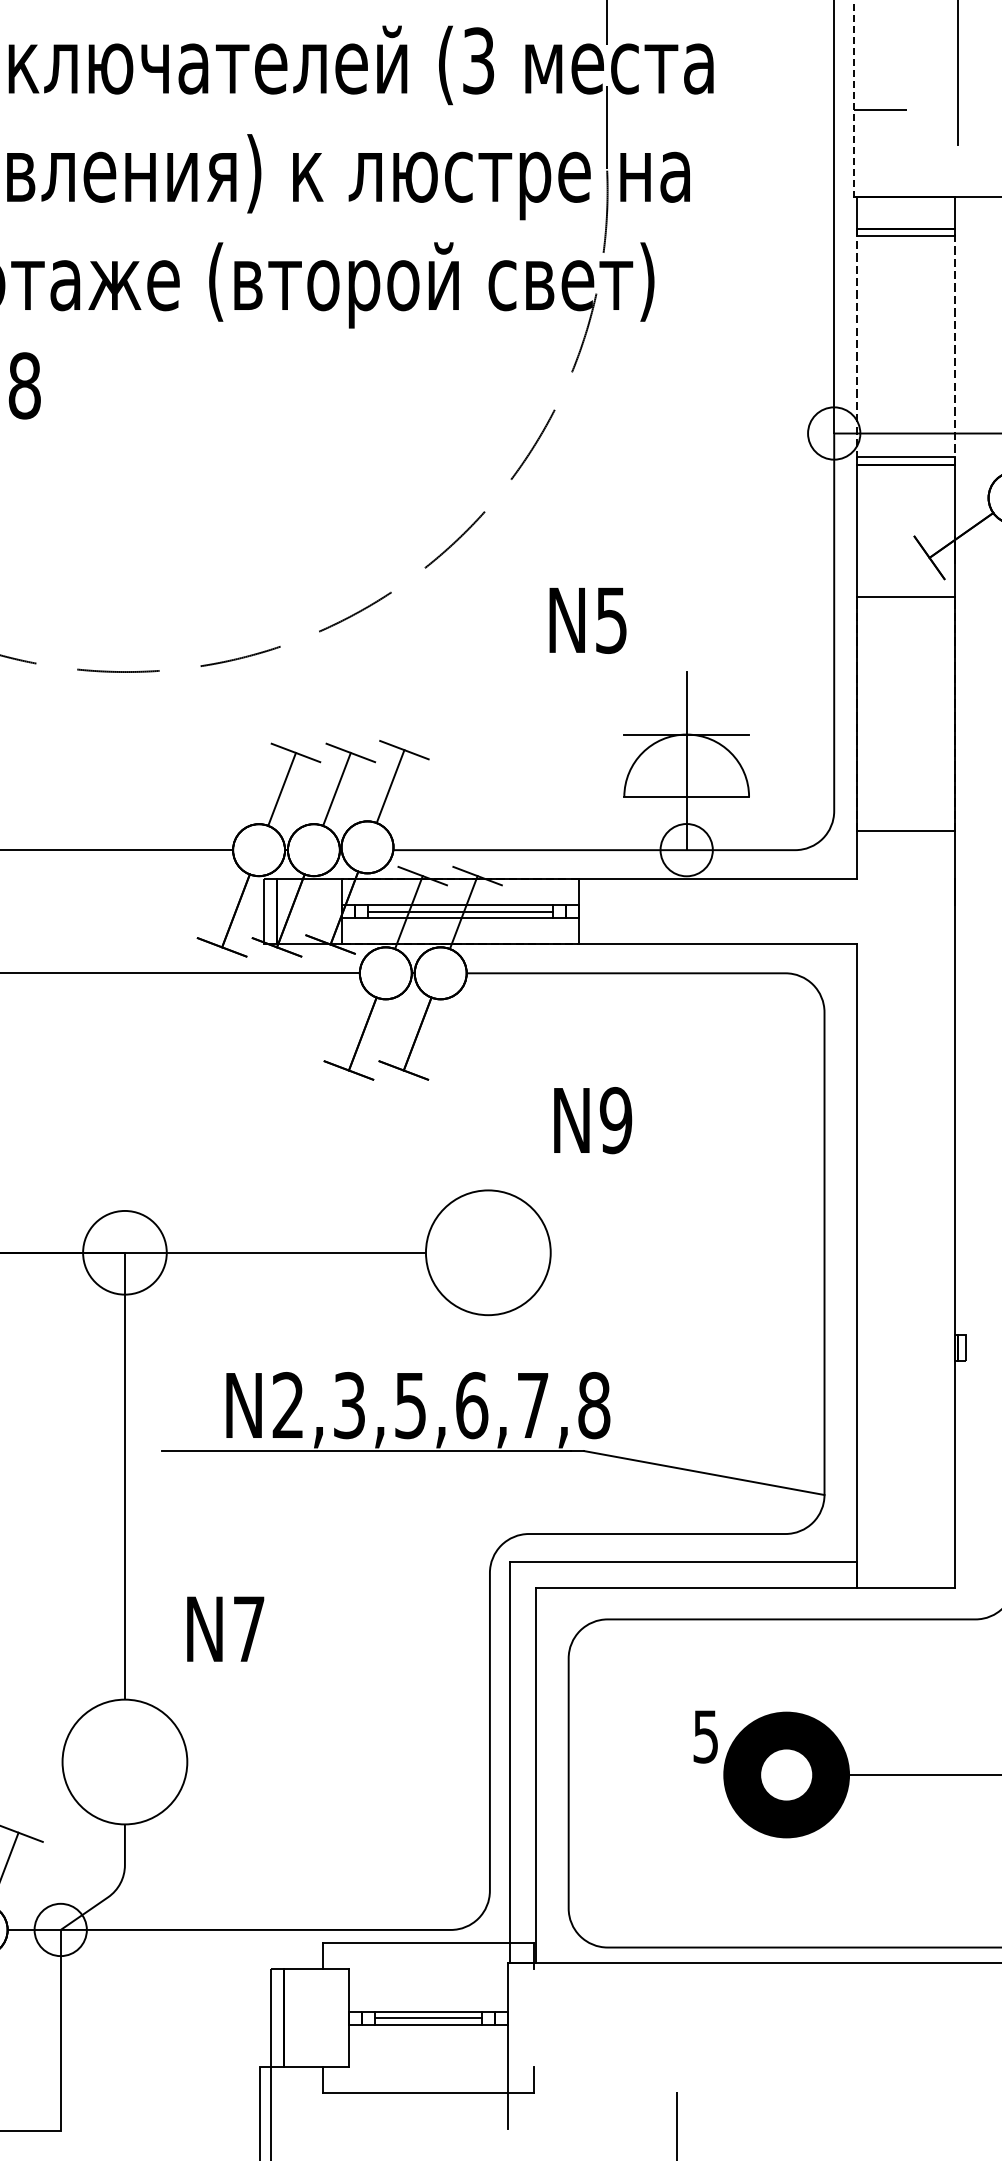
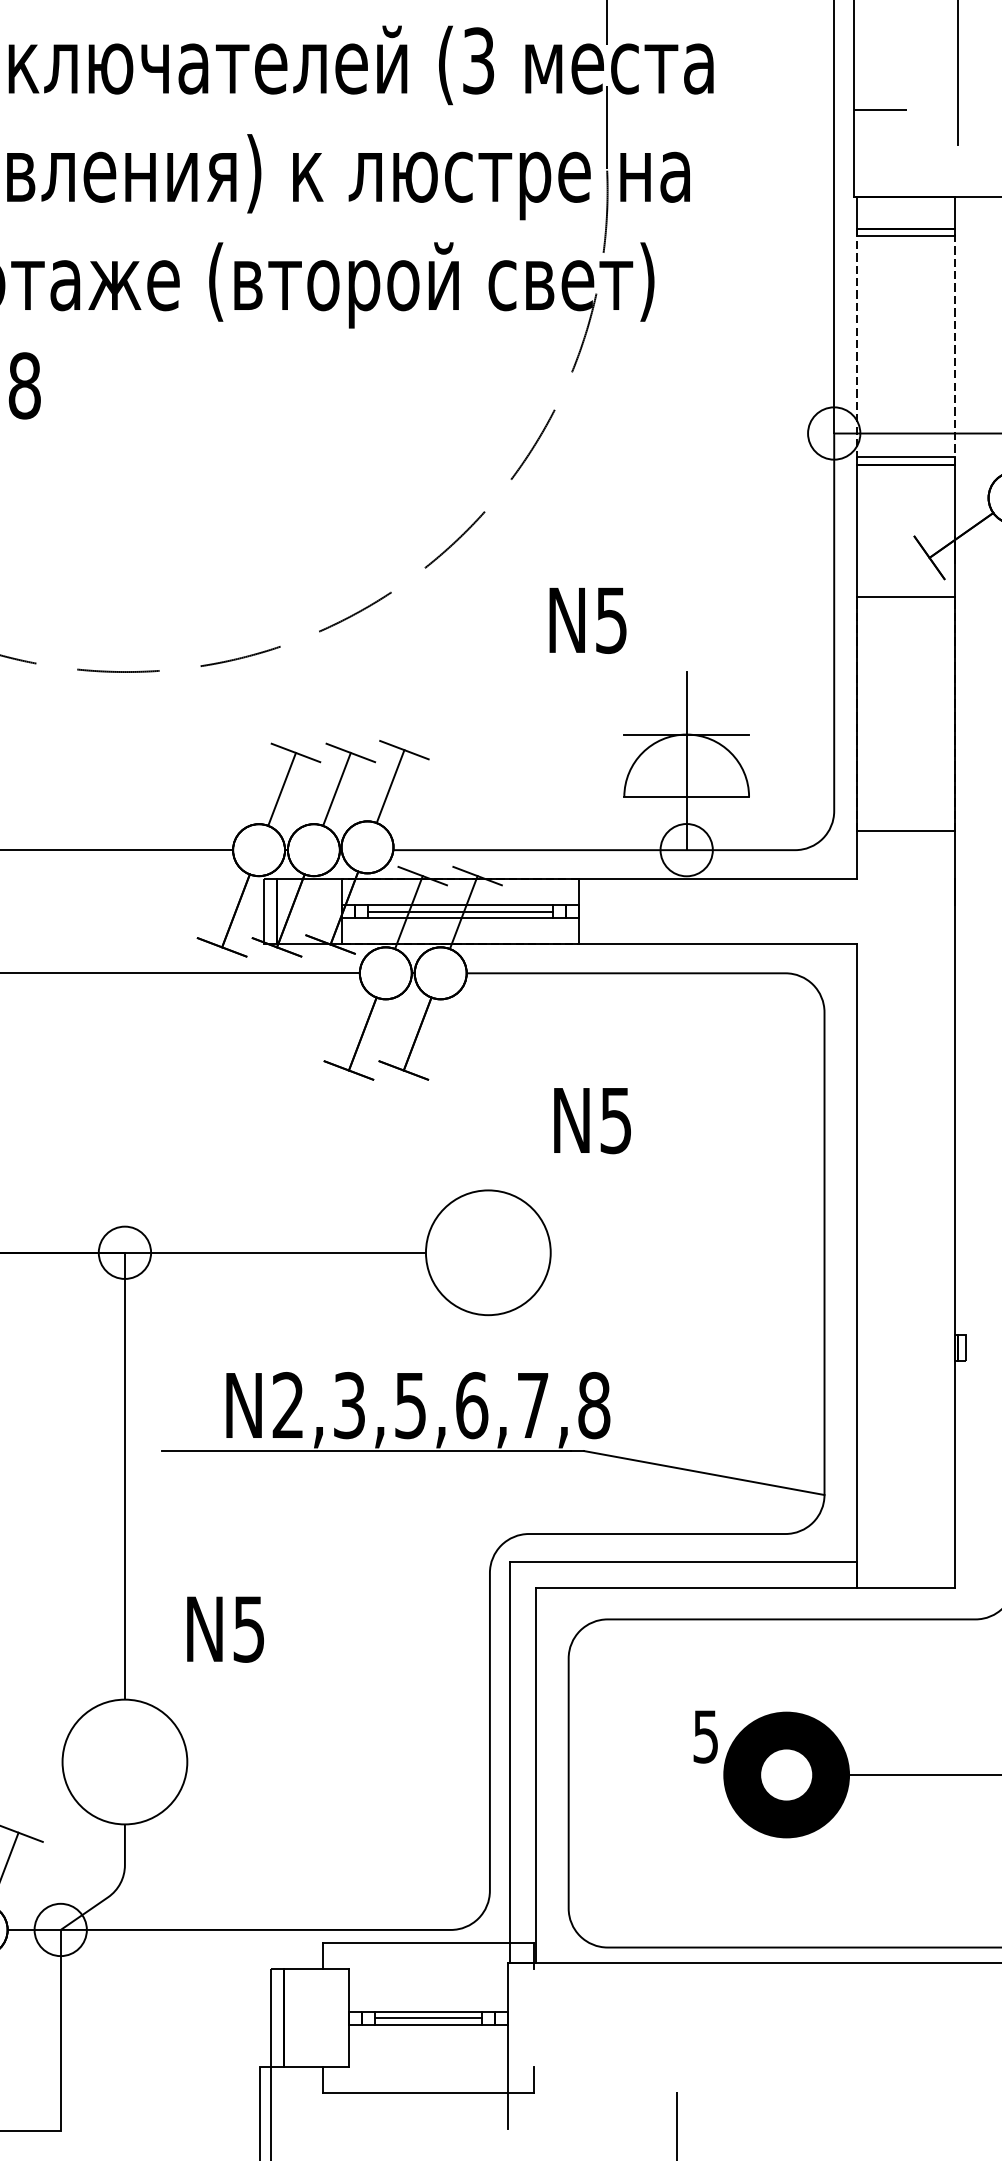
line at (854, 99): dashed -> solid
text at (615, 1120): N9 -> N5
circle at (124, 1252) diameter: 84 px -> 52 px
text at (248, 1629): N7 -> N5
